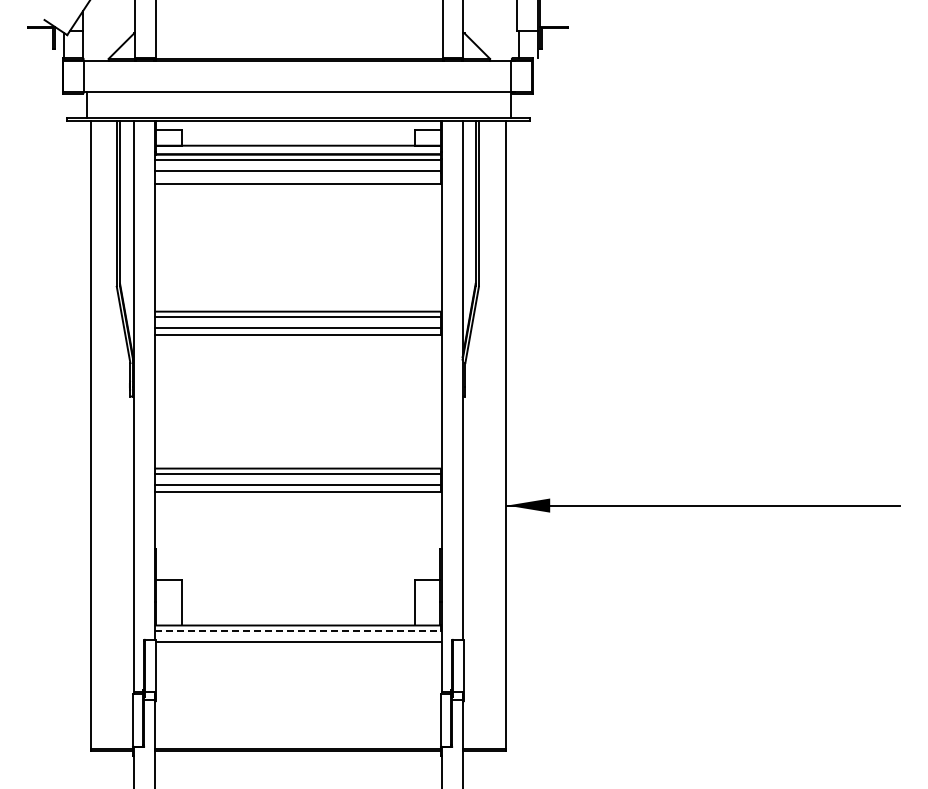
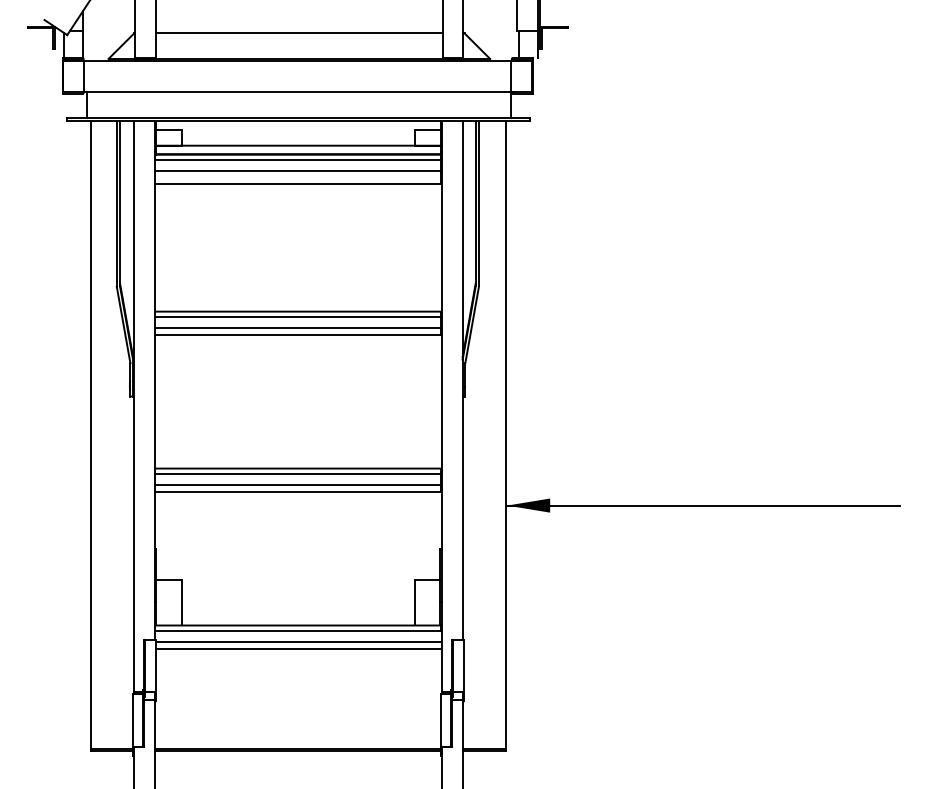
line at (298, 33): none -> present
line at (298, 631): dashed -> solid
line at (297, 649): none -> present
